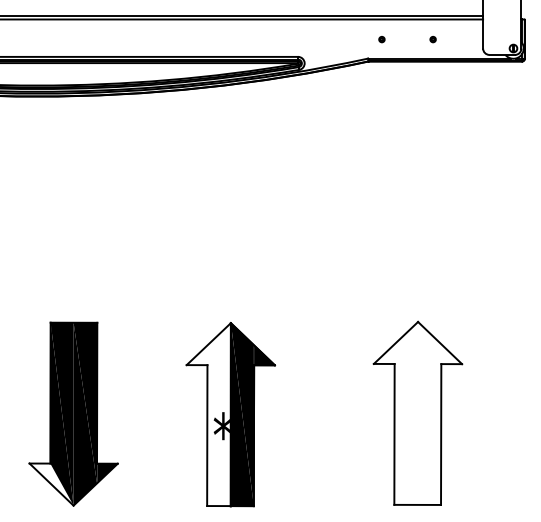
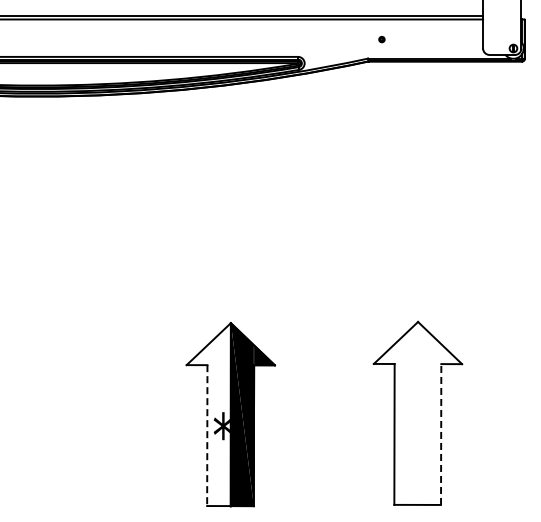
part at (432, 39): present -> none
part at (73, 413): present -> none
line at (441, 434): solid -> dashed
line at (207, 436): solid -> dashed
